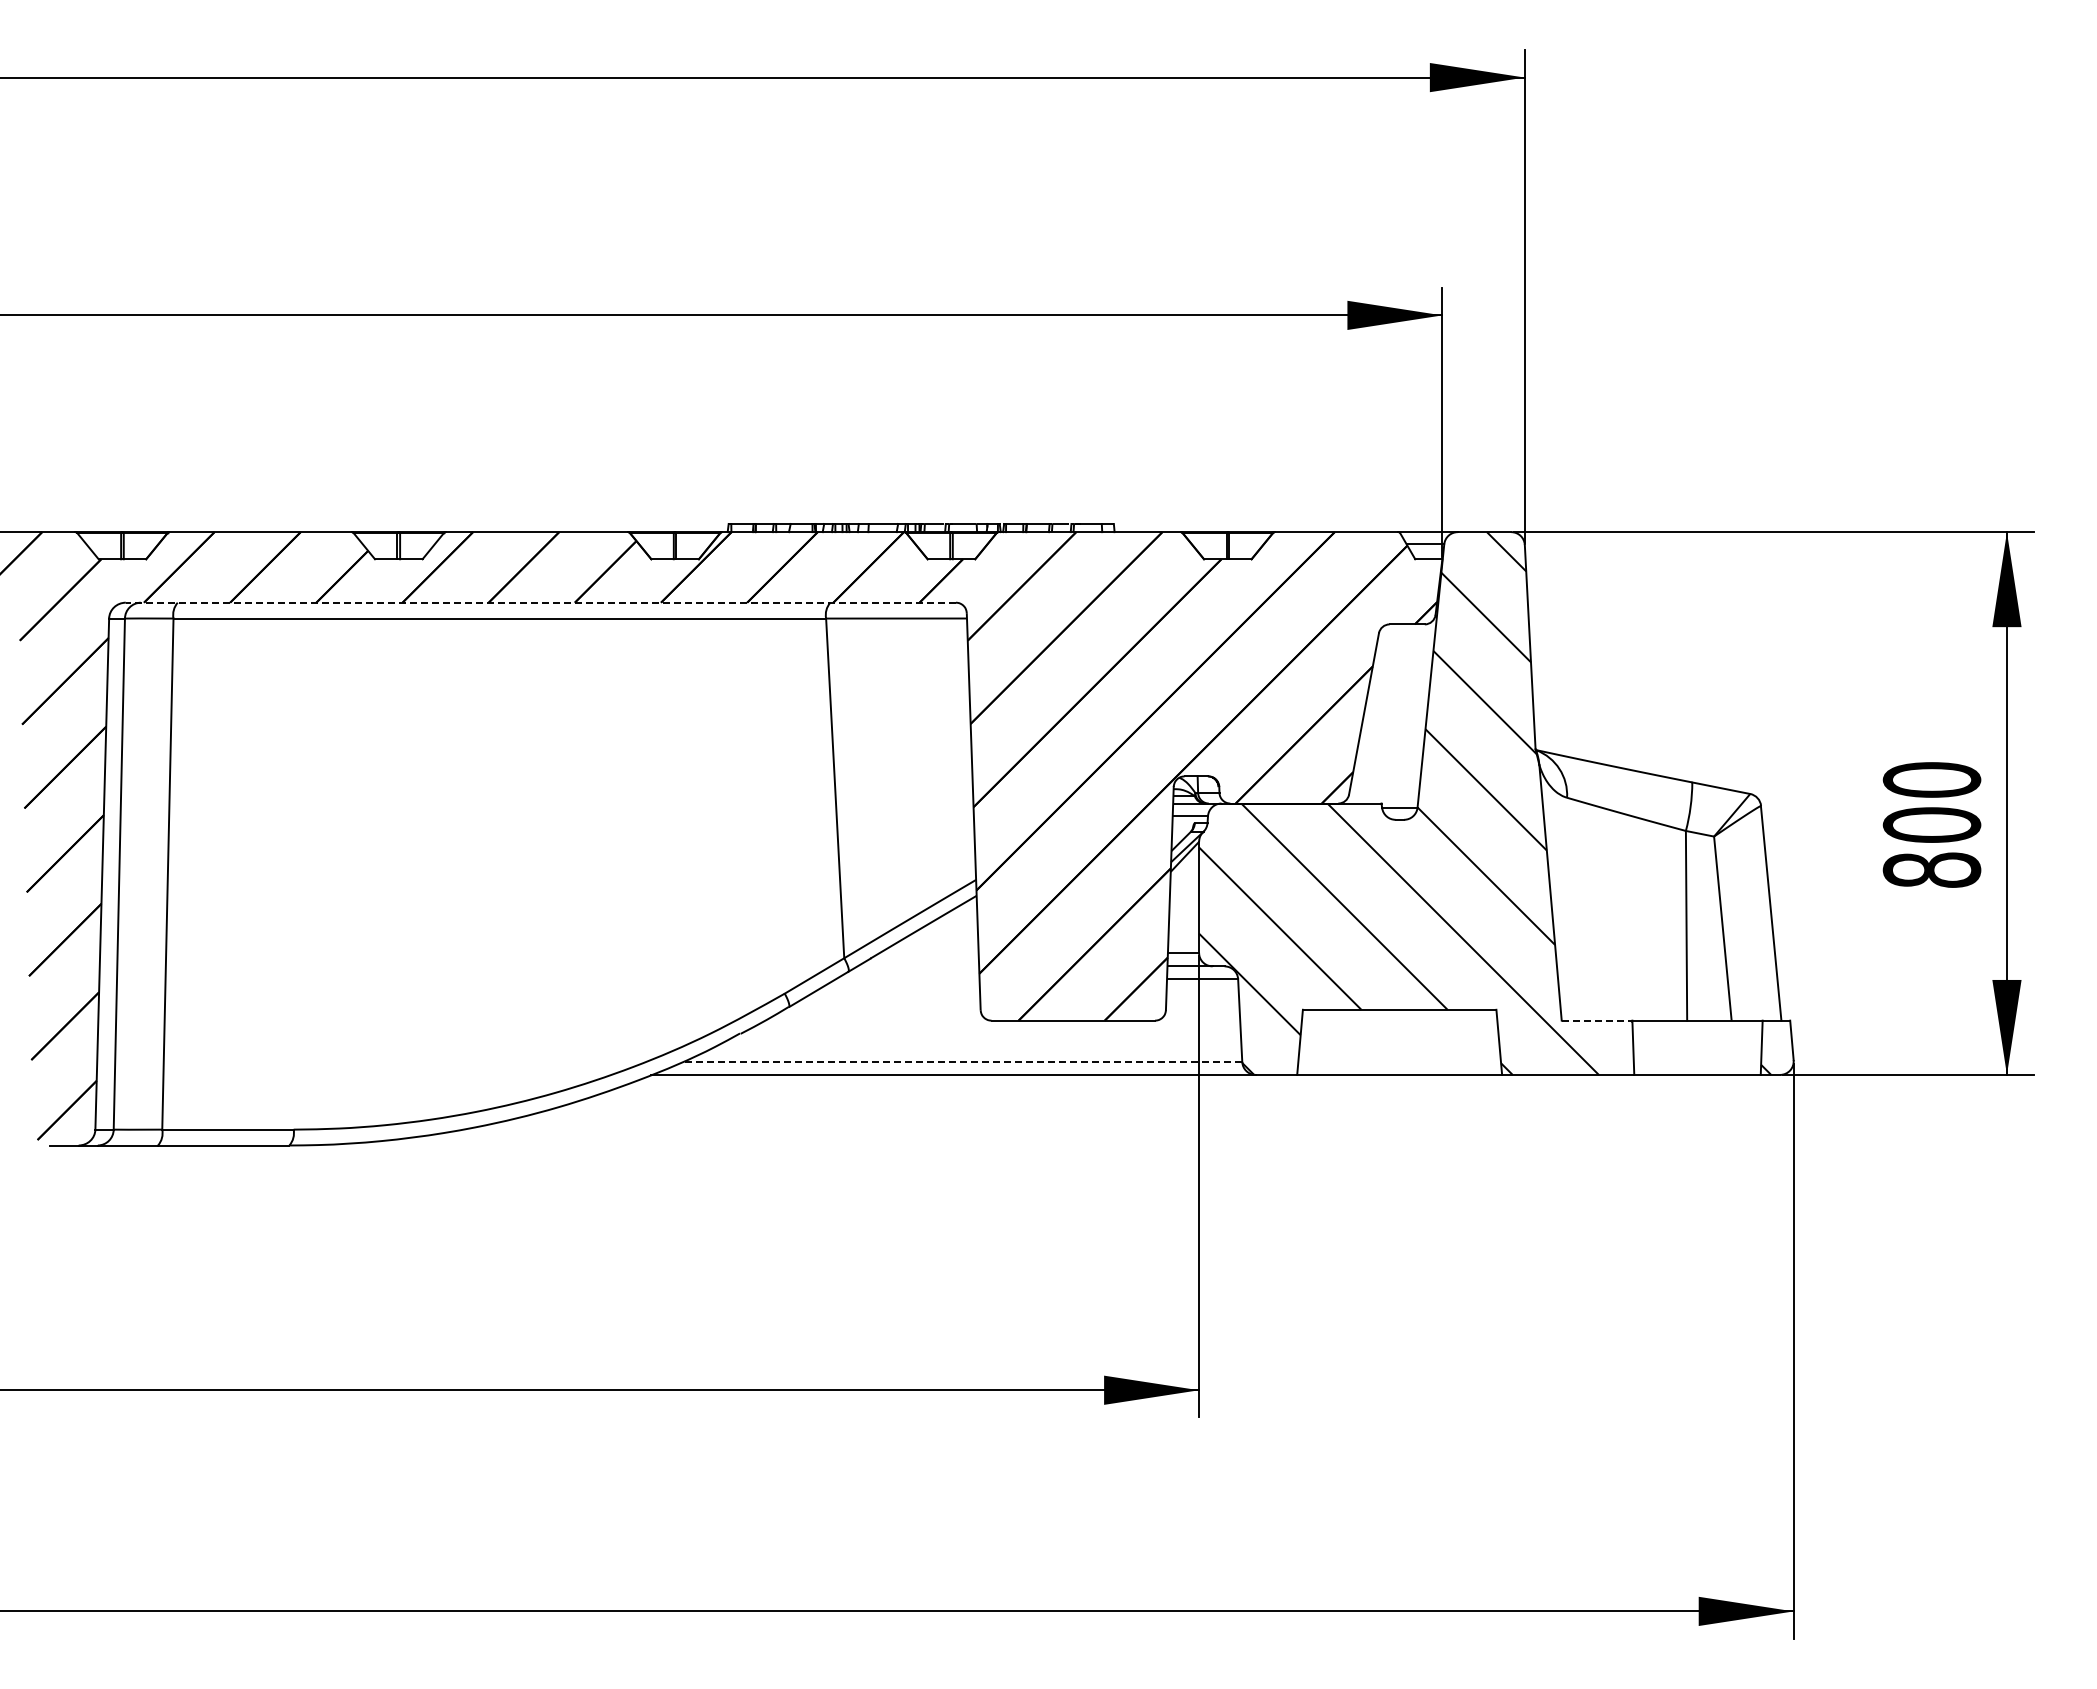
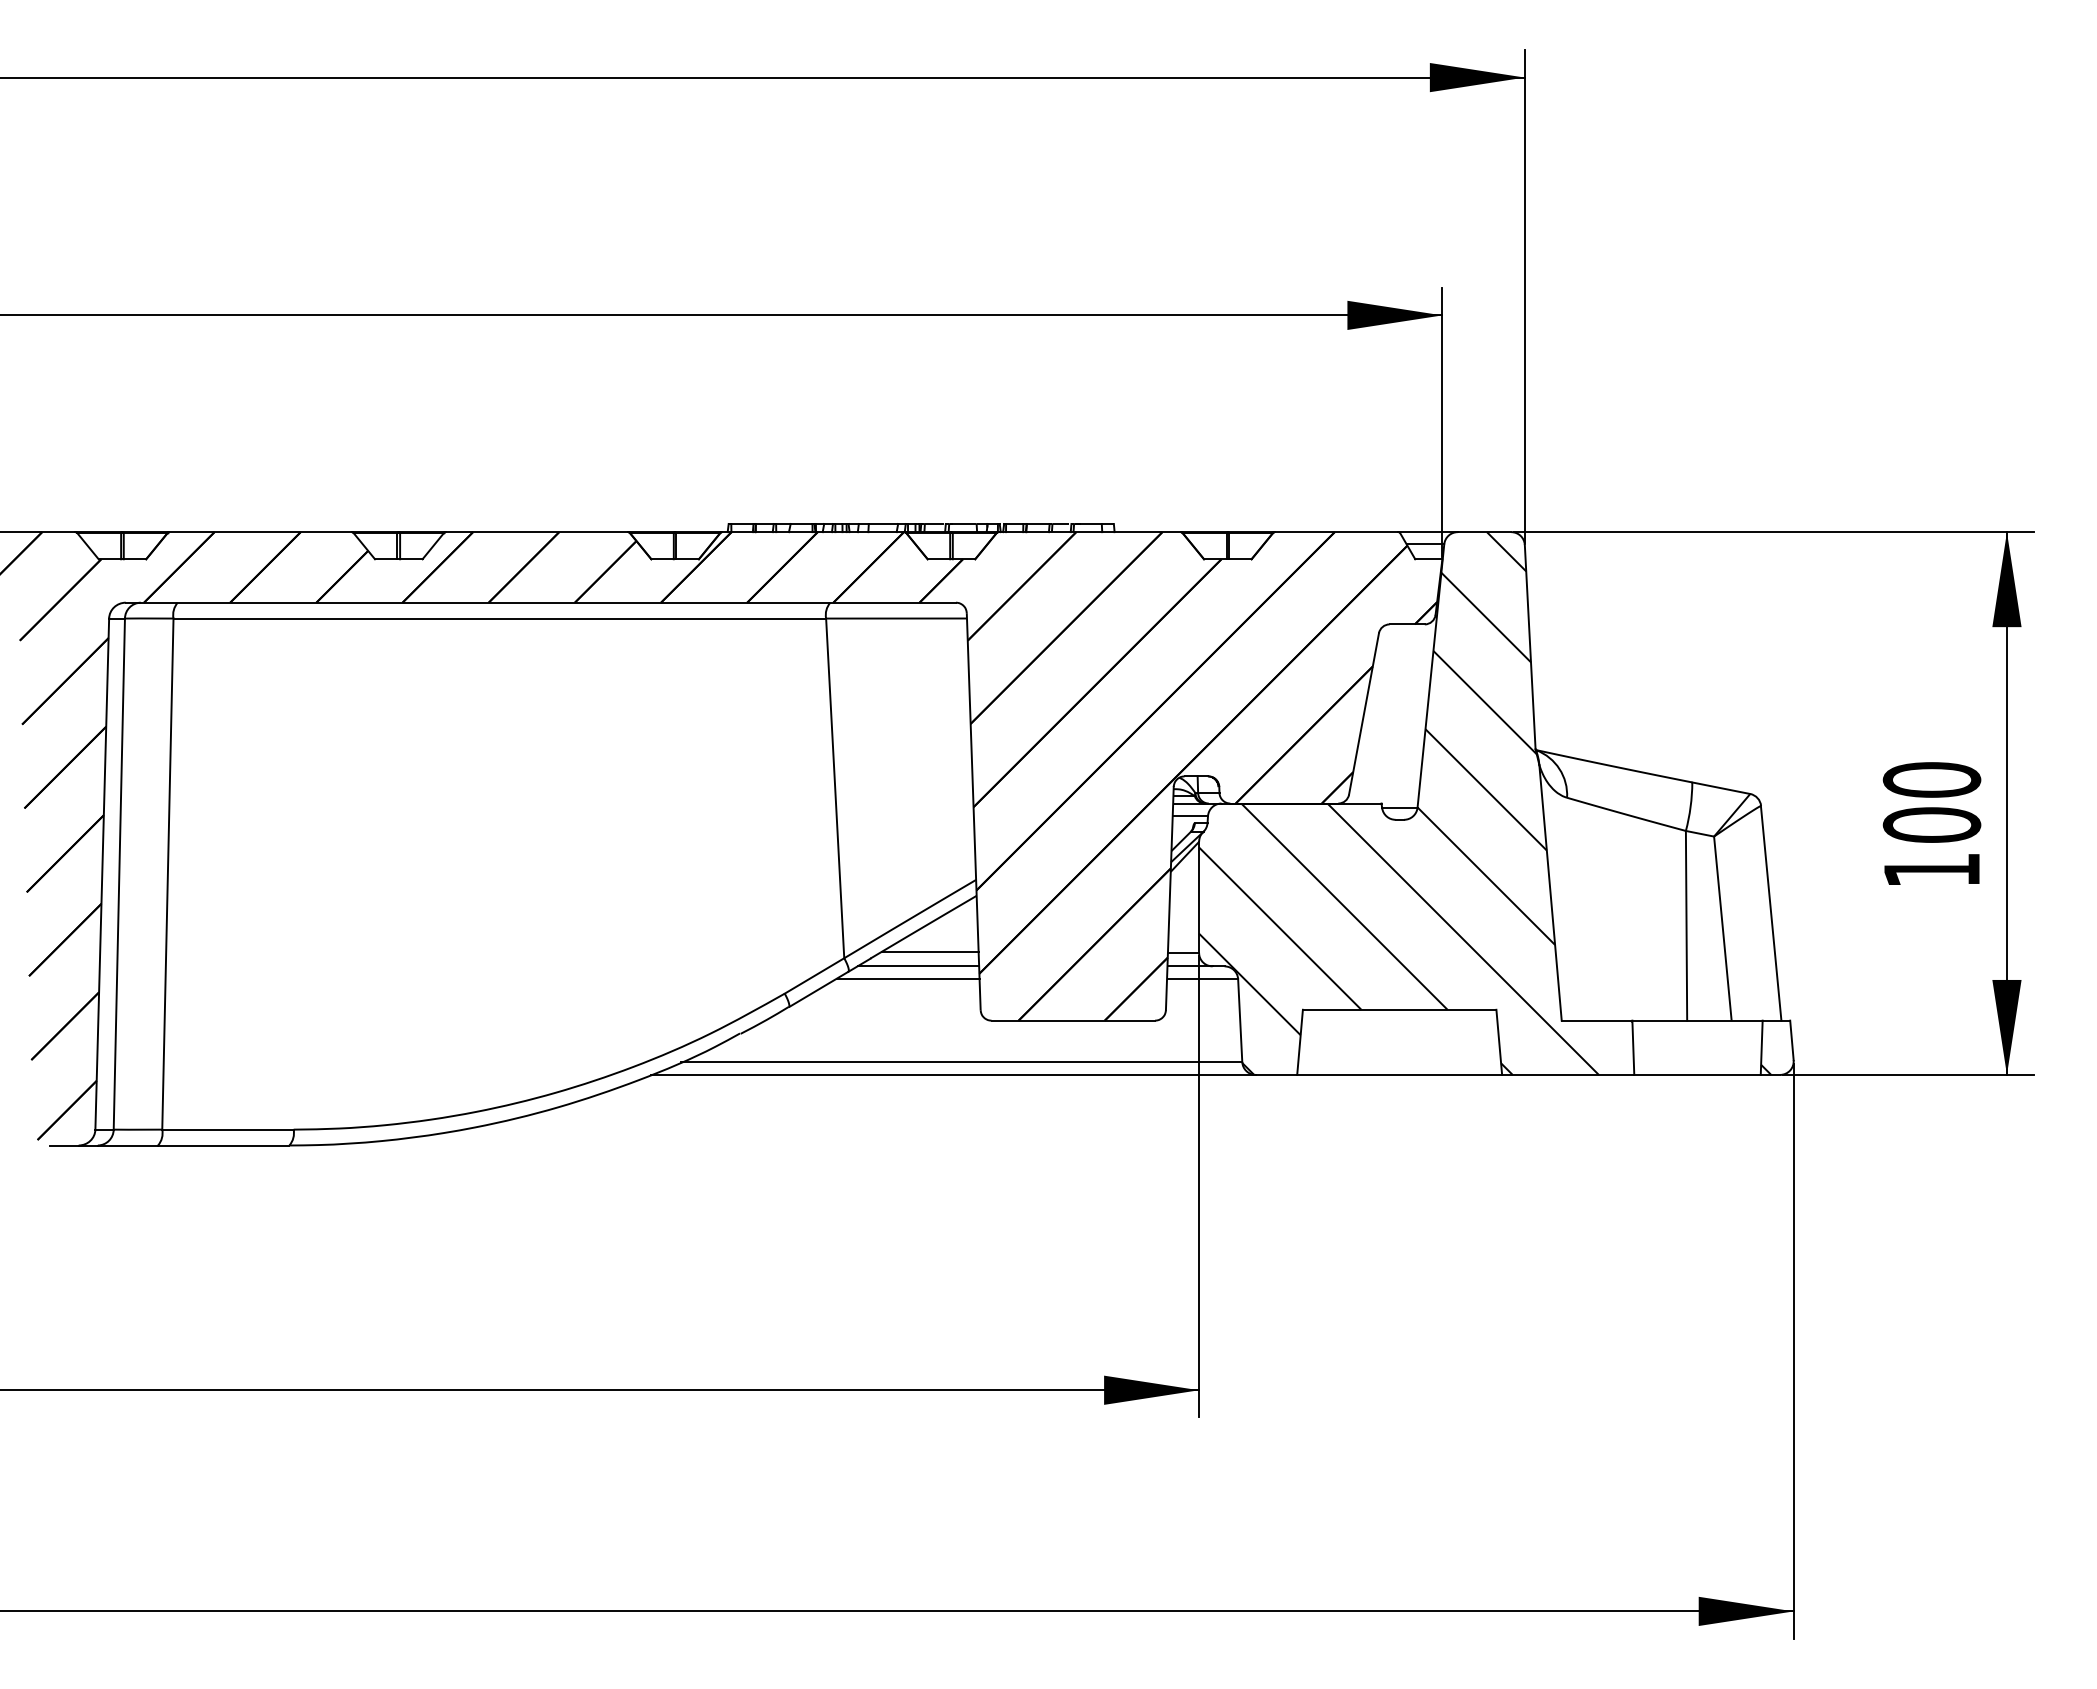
line at (540, 602): dashed -> solid
text at (1931, 869): 800 -> 100
line at (930, 951): none -> present
line at (918, 966): none -> present
line at (908, 979): none -> present
line at (1597, 1020): dashed -> solid
line at (961, 1062): dashed -> solid
